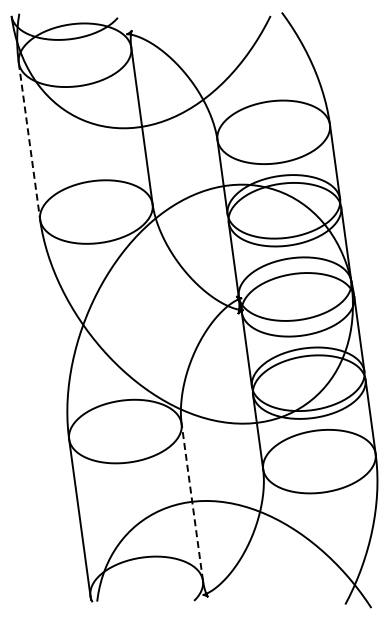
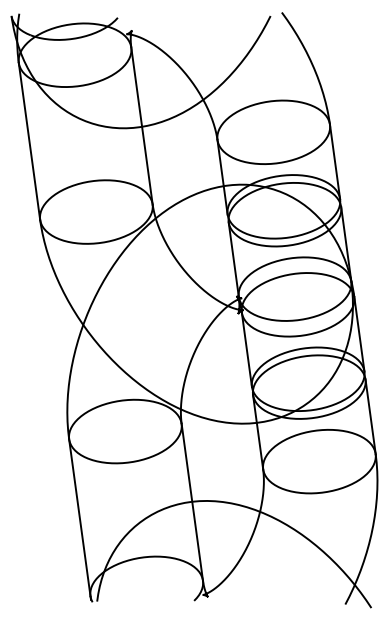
line at (29, 141): dashed -> solid
line at (192, 501): dashed -> solid
